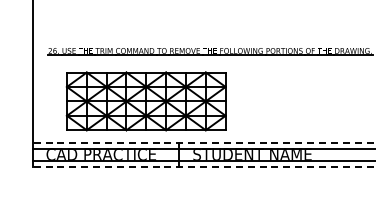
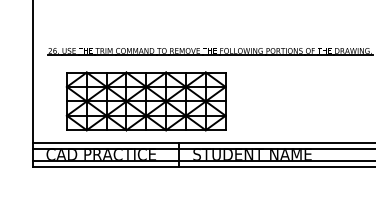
line at (203, 142): dashed -> solid
line at (203, 167): dashed -> solid
